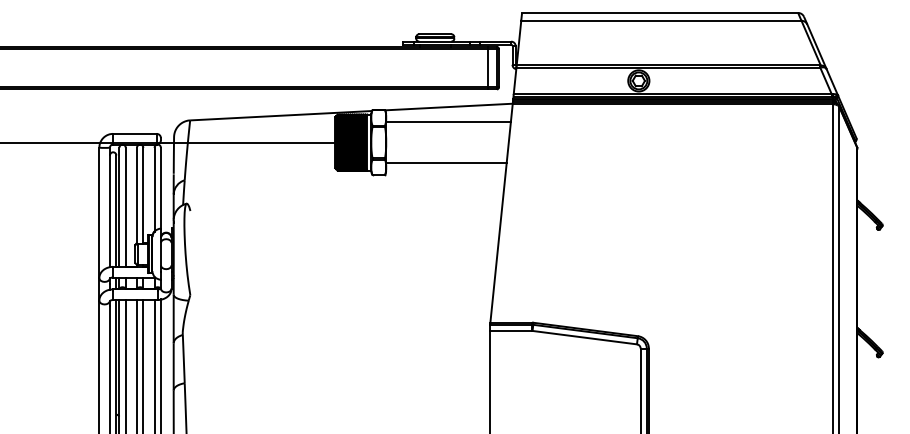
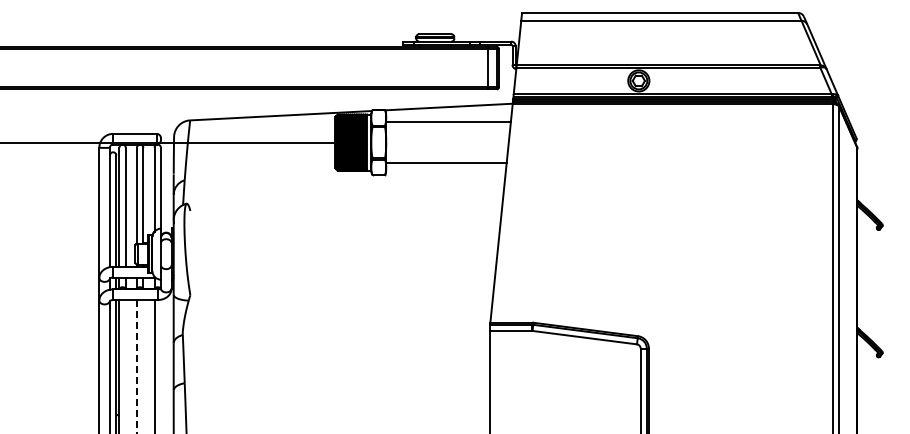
line at (160, 364): present -> none
line at (125, 365): present -> none
line at (143, 365): present -> none
line at (137, 366): solid -> dashed
